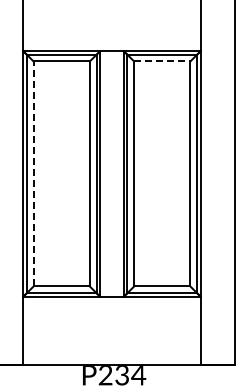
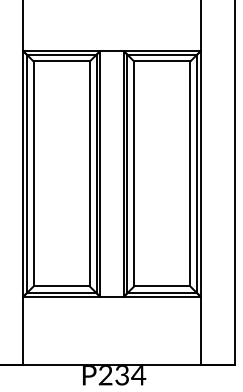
line at (162, 61): dashed -> solid
line at (33, 173): dashed -> solid
